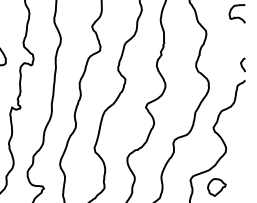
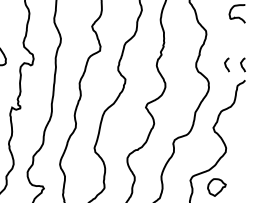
curve at (226, 64): none -> present
